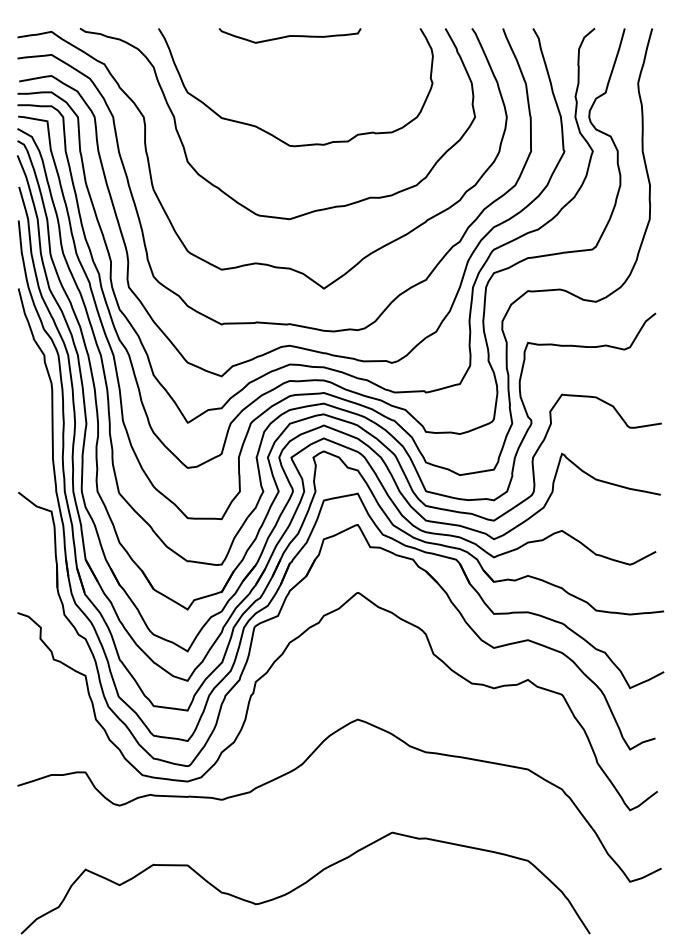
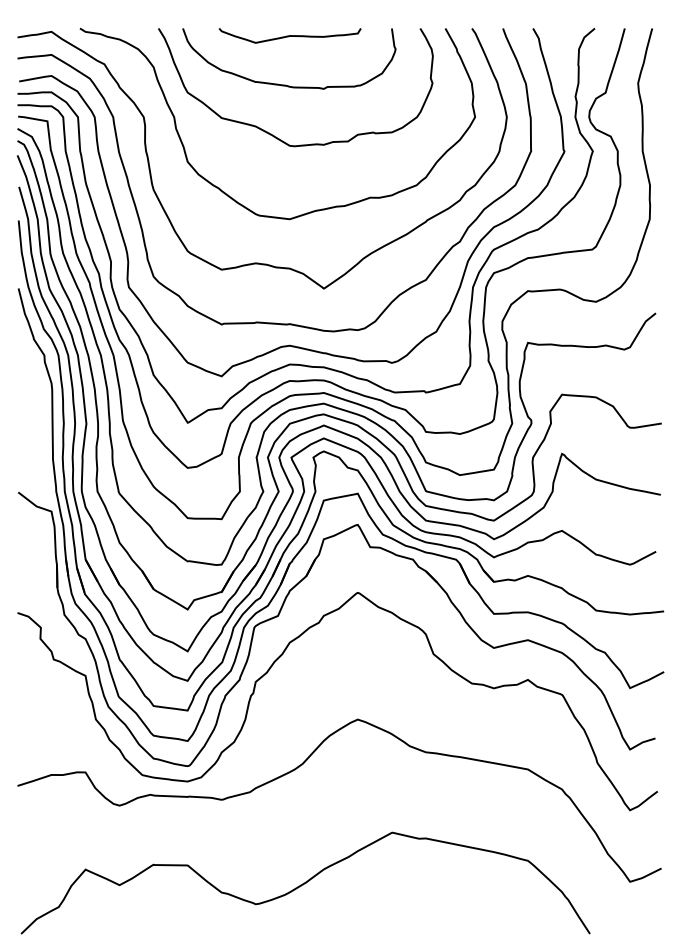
curve at (285, 84): none -> present
